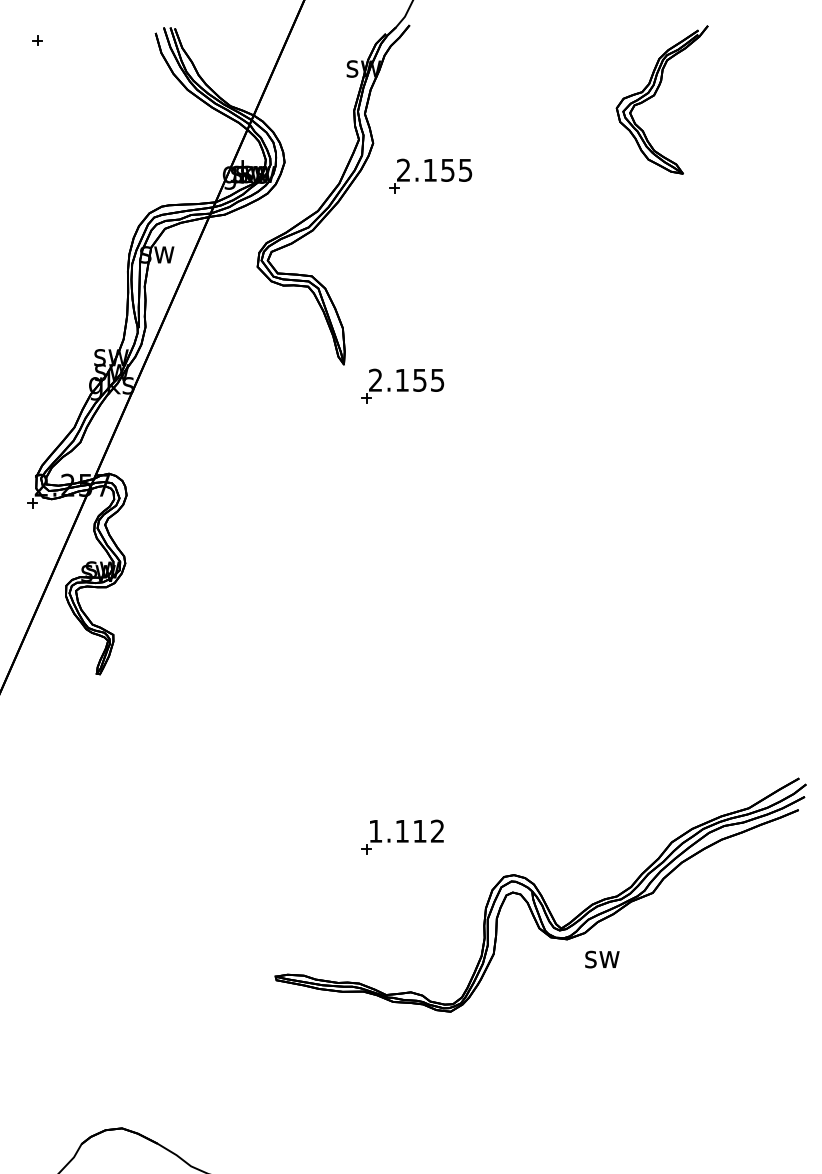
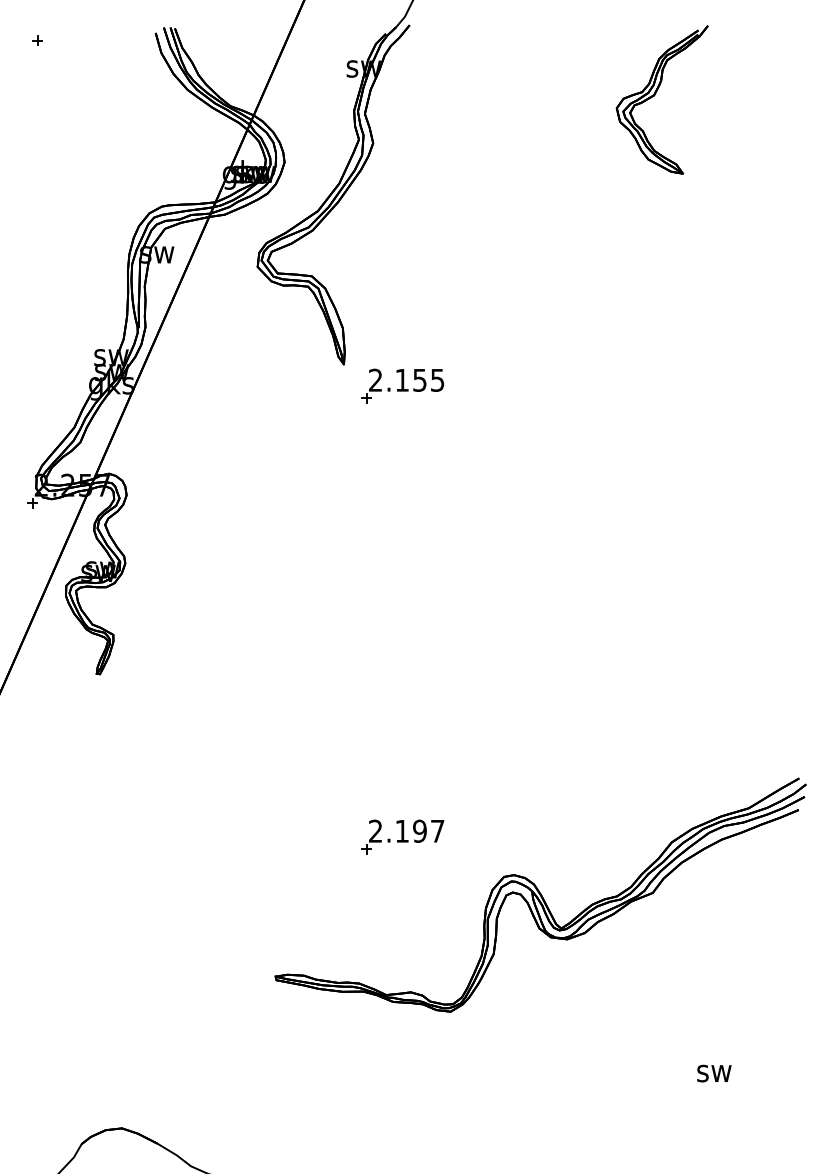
part at (430, 175): present -> none
text at (406, 830): 1.112 -> 2.197
text at (602, 959) position: (602, 959) -> (714, 1073)
